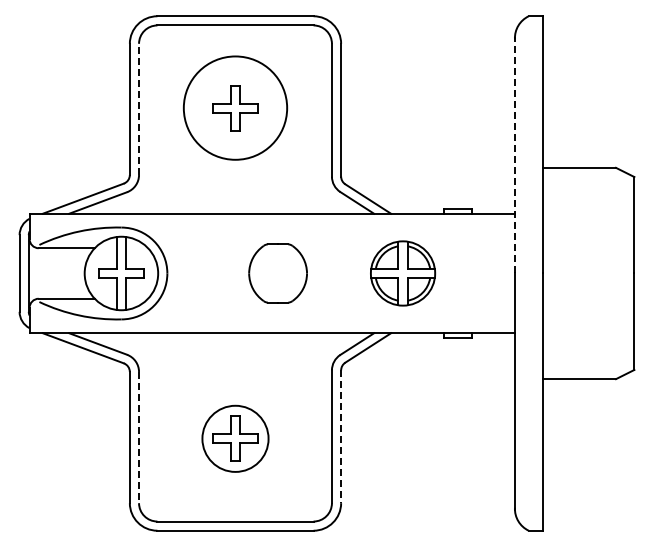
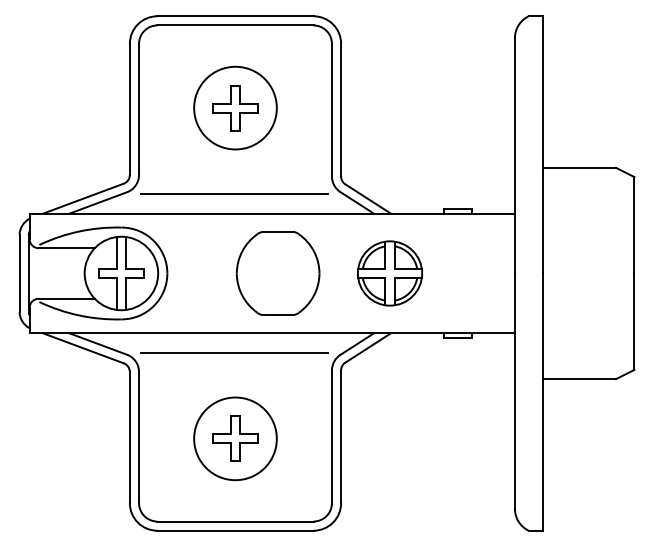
circle at (235, 107) diameter: 103 px -> 83 px
line at (139, 109): dashed -> solid
line at (514, 154): dashed -> solid
line at (234, 194): none -> present
part at (277, 273) size: 60x61 px -> 86x85 px
part at (403, 273) position: (403, 273) -> (390, 273)
line at (234, 352): none -> present
line at (139, 437): dashed -> solid
line at (341, 437): dashed -> solid
circle at (235, 438) diameter: 66 px -> 83 px
